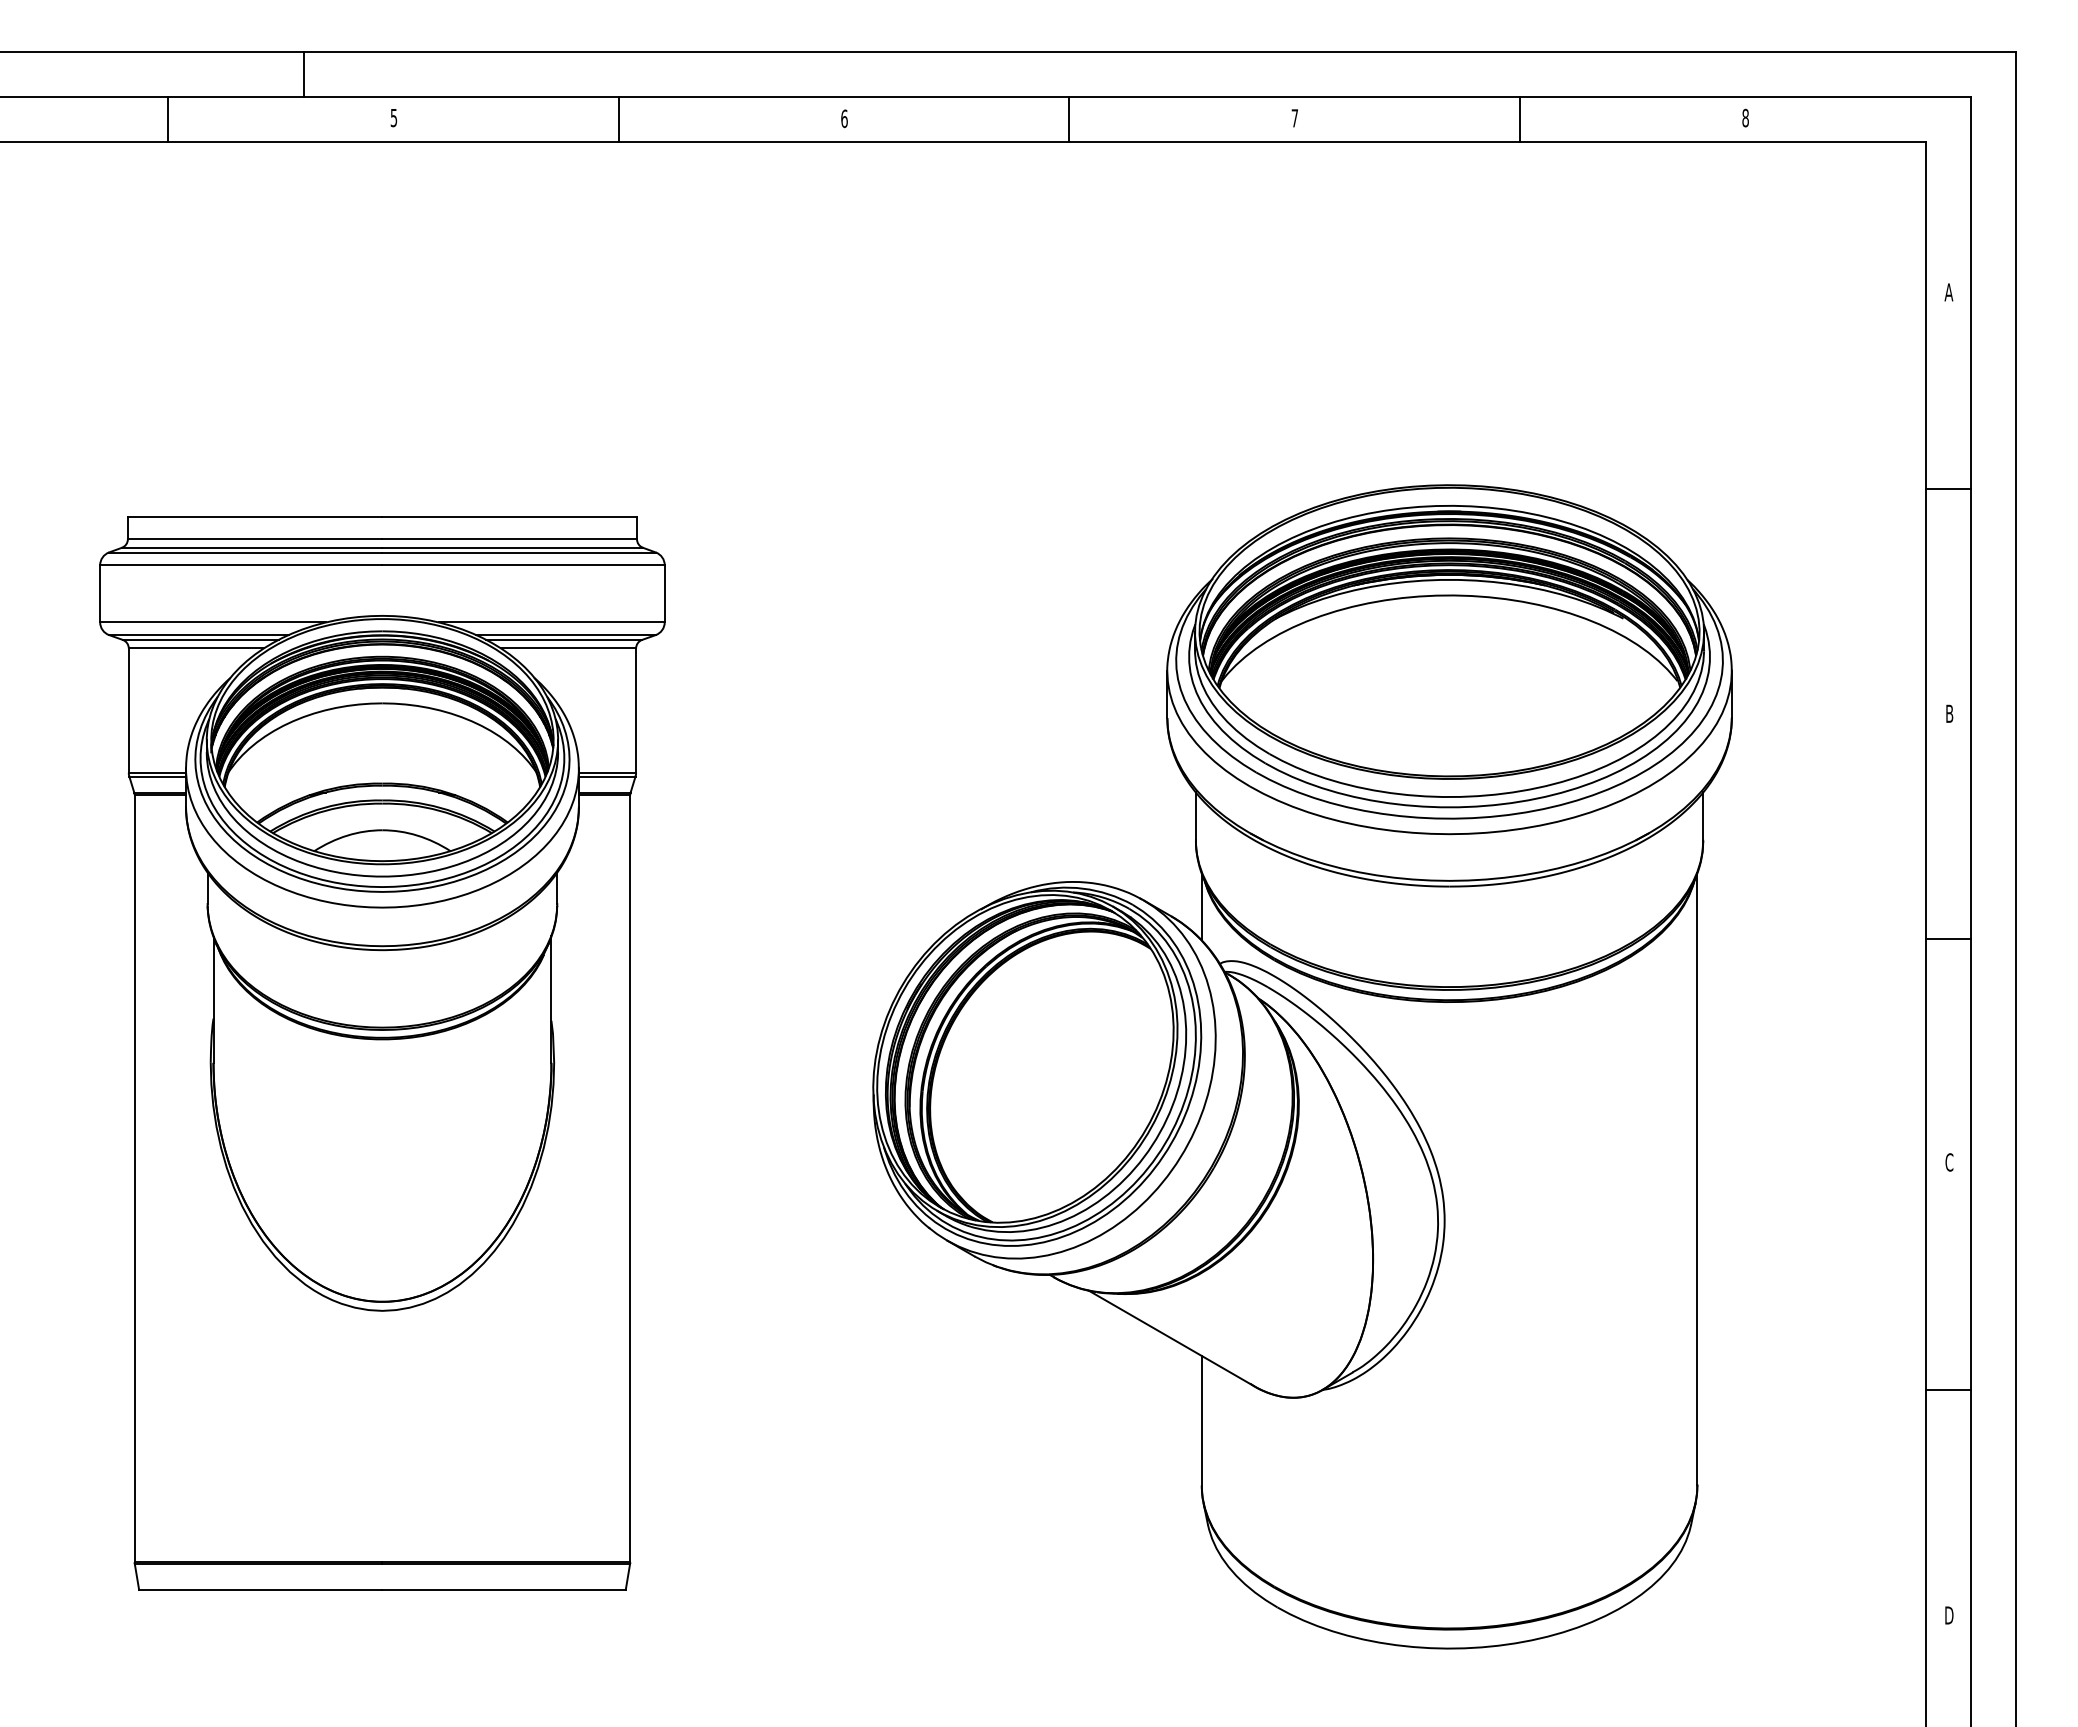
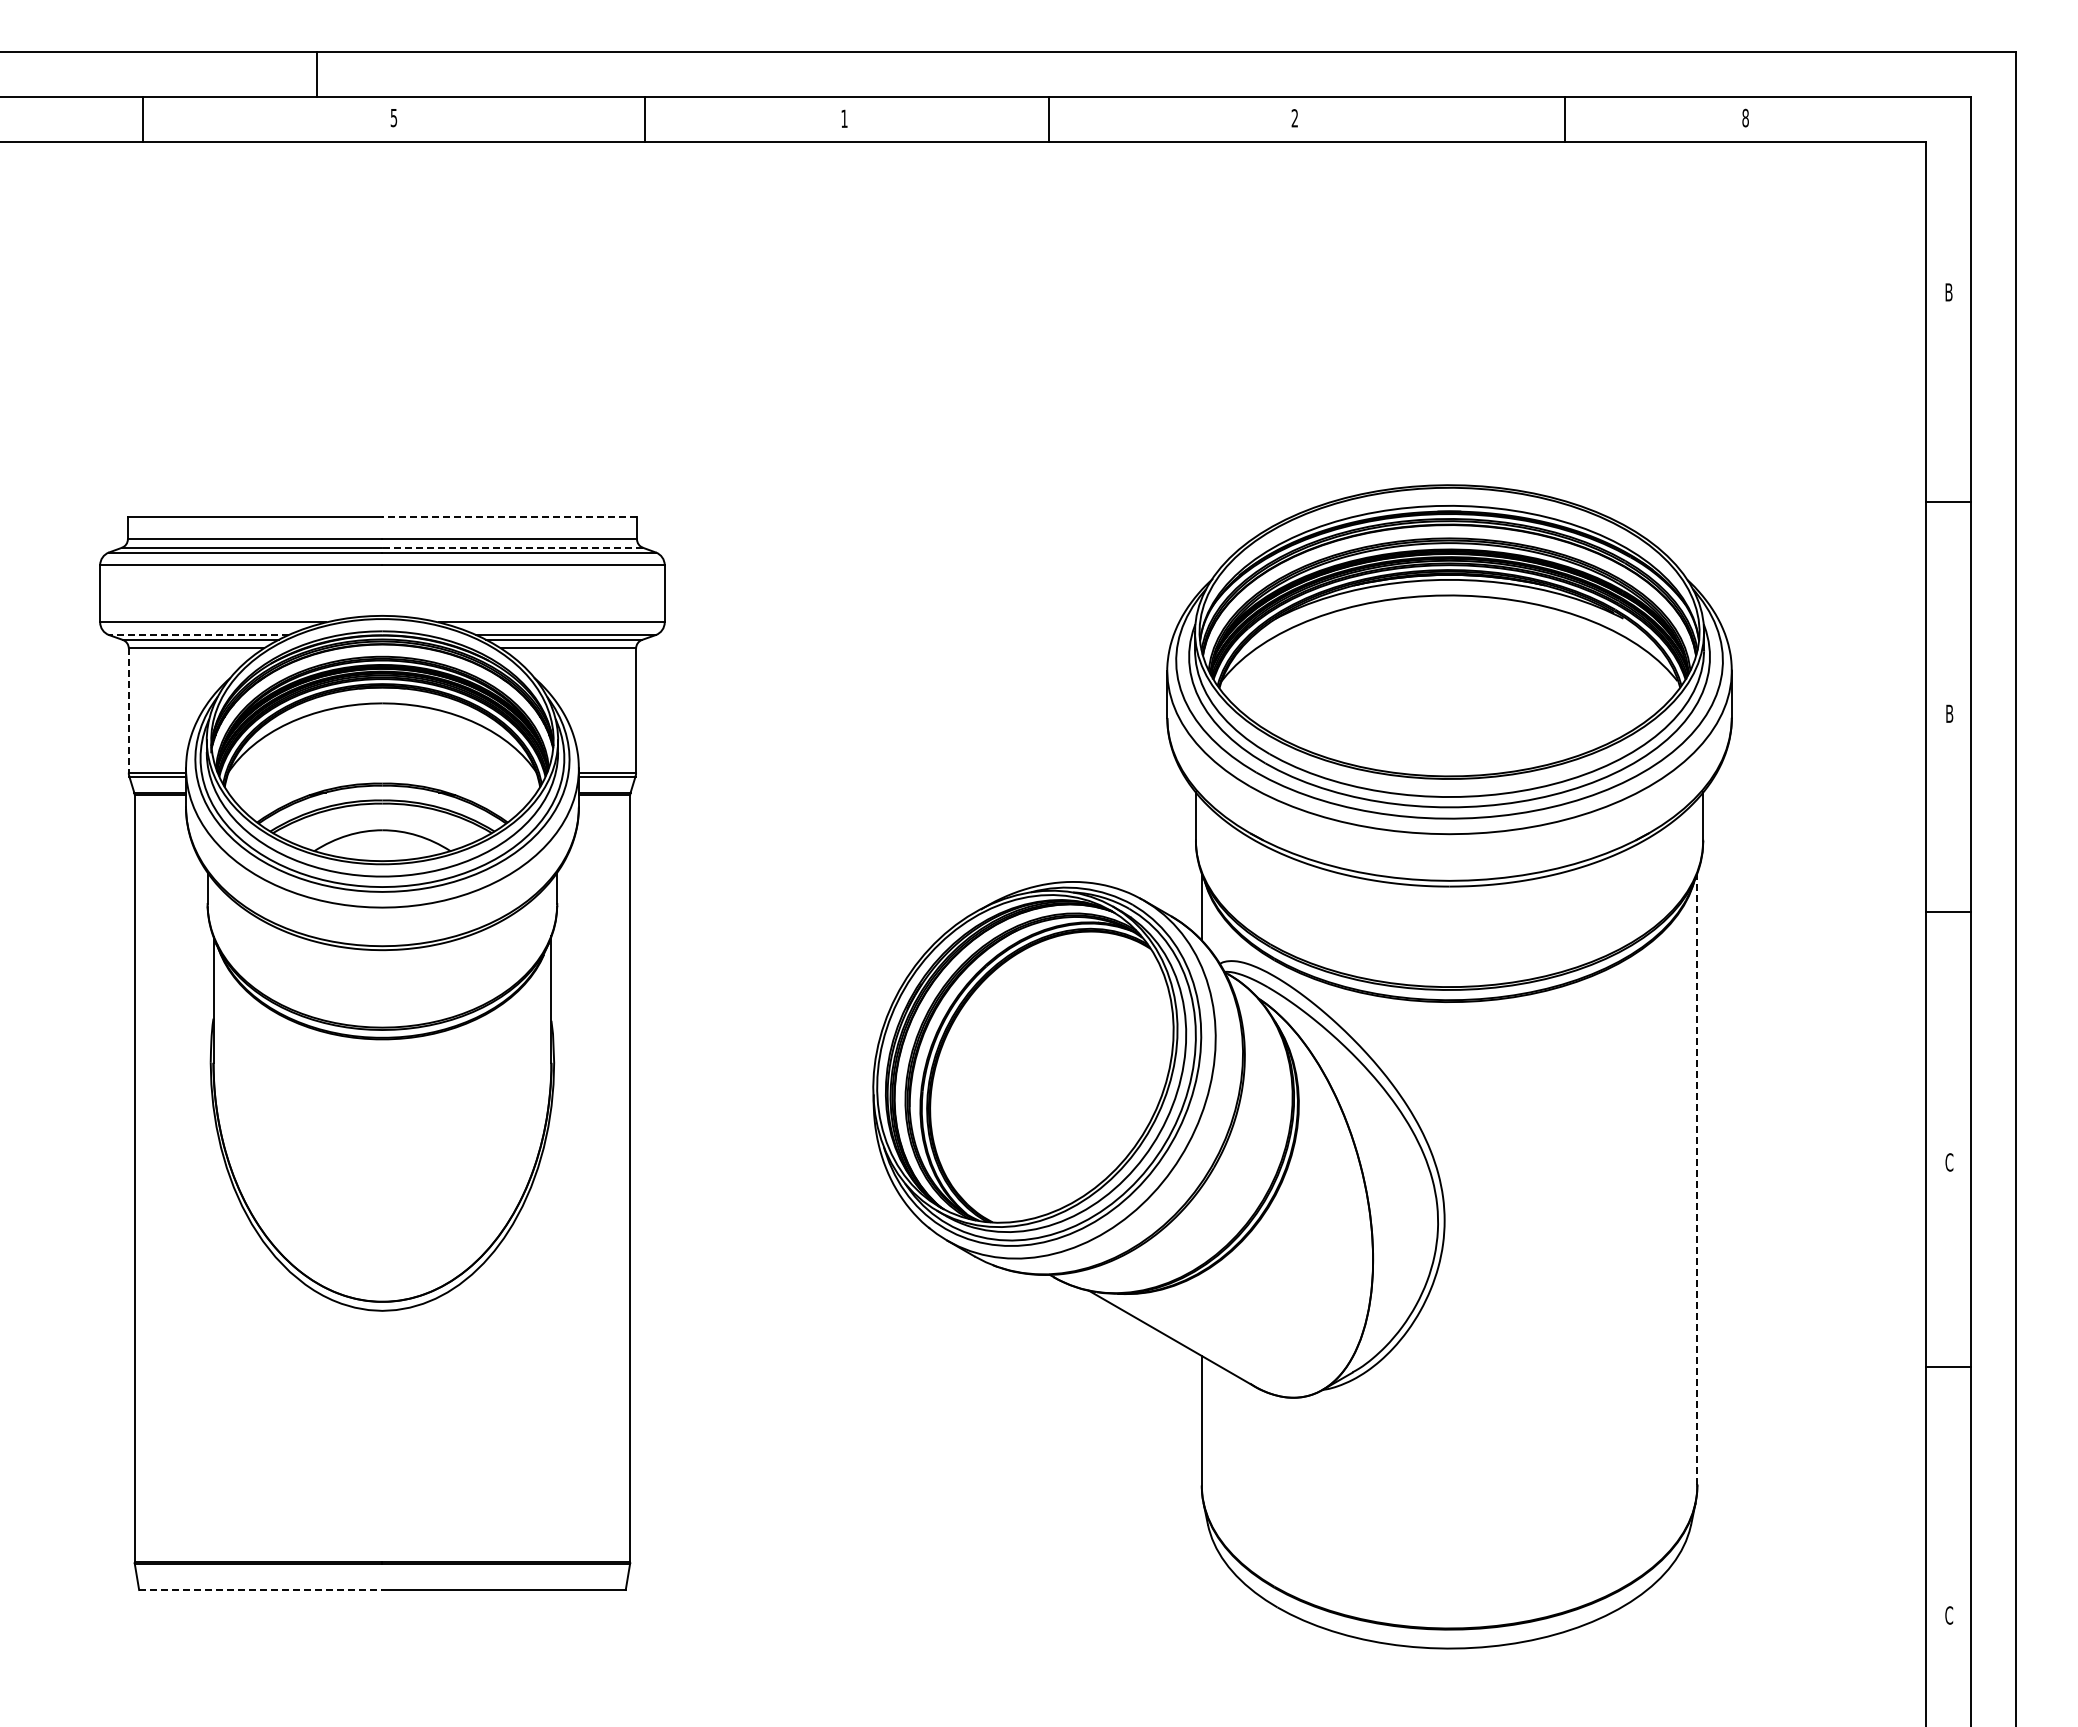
line at (303, 73) position: (303, 73) -> (316, 73)
line at (168, 118) position: (168, 118) -> (143, 118)
line at (618, 118) position: (618, 118) -> (644, 118)
text at (844, 118): 6 -> 1
line at (1069, 118) position: (1069, 118) -> (1049, 118)
text at (1294, 118): 7 -> 2
line at (1520, 118) position: (1520, 118) -> (1565, 118)
text at (1948, 292): A -> B
line at (1947, 488) position: (1947, 488) -> (1947, 501)
line at (509, 517): solid -> dashed
line at (512, 547): solid -> dashed
line at (198, 635): solid -> dashed
line at (128, 711): solid -> dashed
line at (1947, 939) position: (1947, 939) -> (1947, 912)
line at (1697, 1178): solid -> dashed
line at (1947, 1389) position: (1947, 1389) -> (1947, 1366)
line at (260, 1590): solid -> dashed
text at (1949, 1615): D -> C
